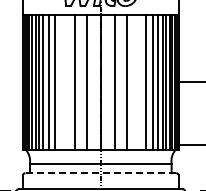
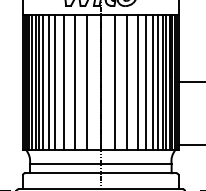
line at (63, 81): none -> present
line at (137, 81): none -> present
line at (100, 173): dashed -> solid
